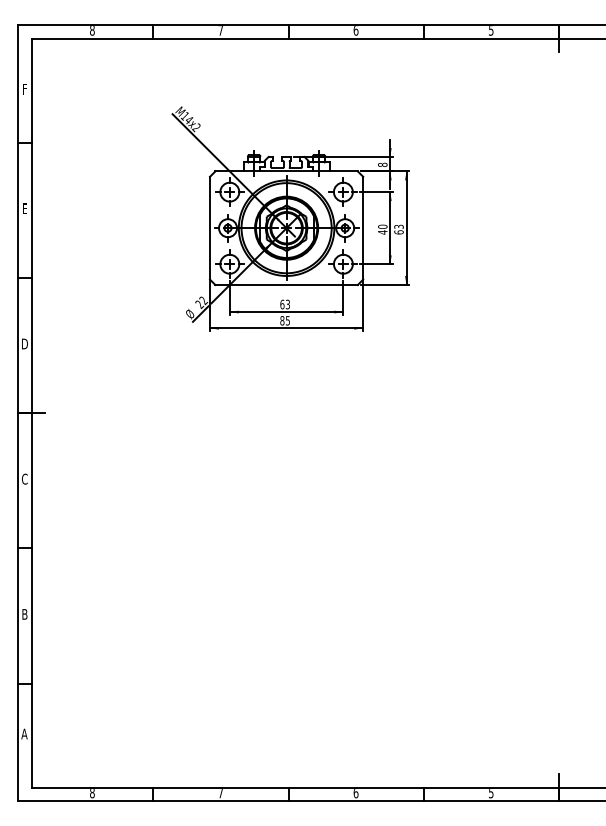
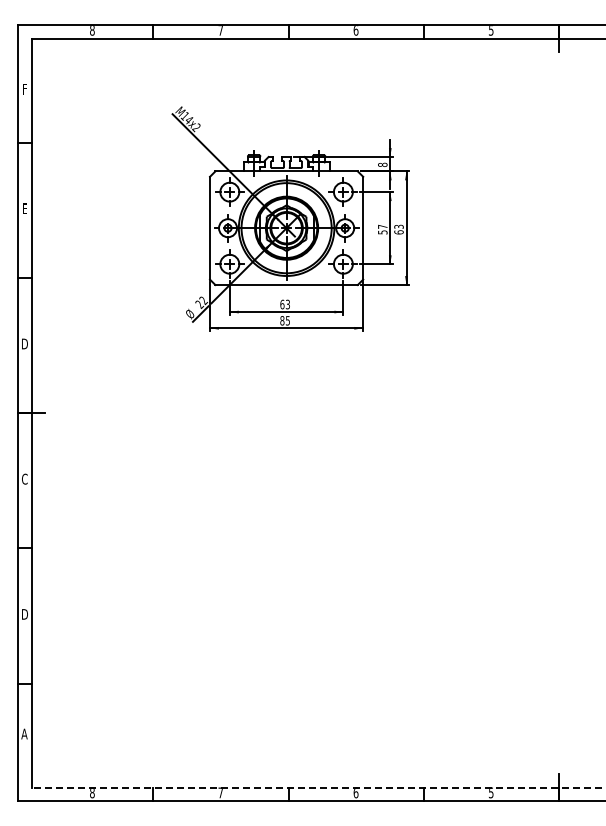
text at (382, 229): 40 -> 57
text at (24, 614): B -> D
line at (318, 787): solid -> dashed
